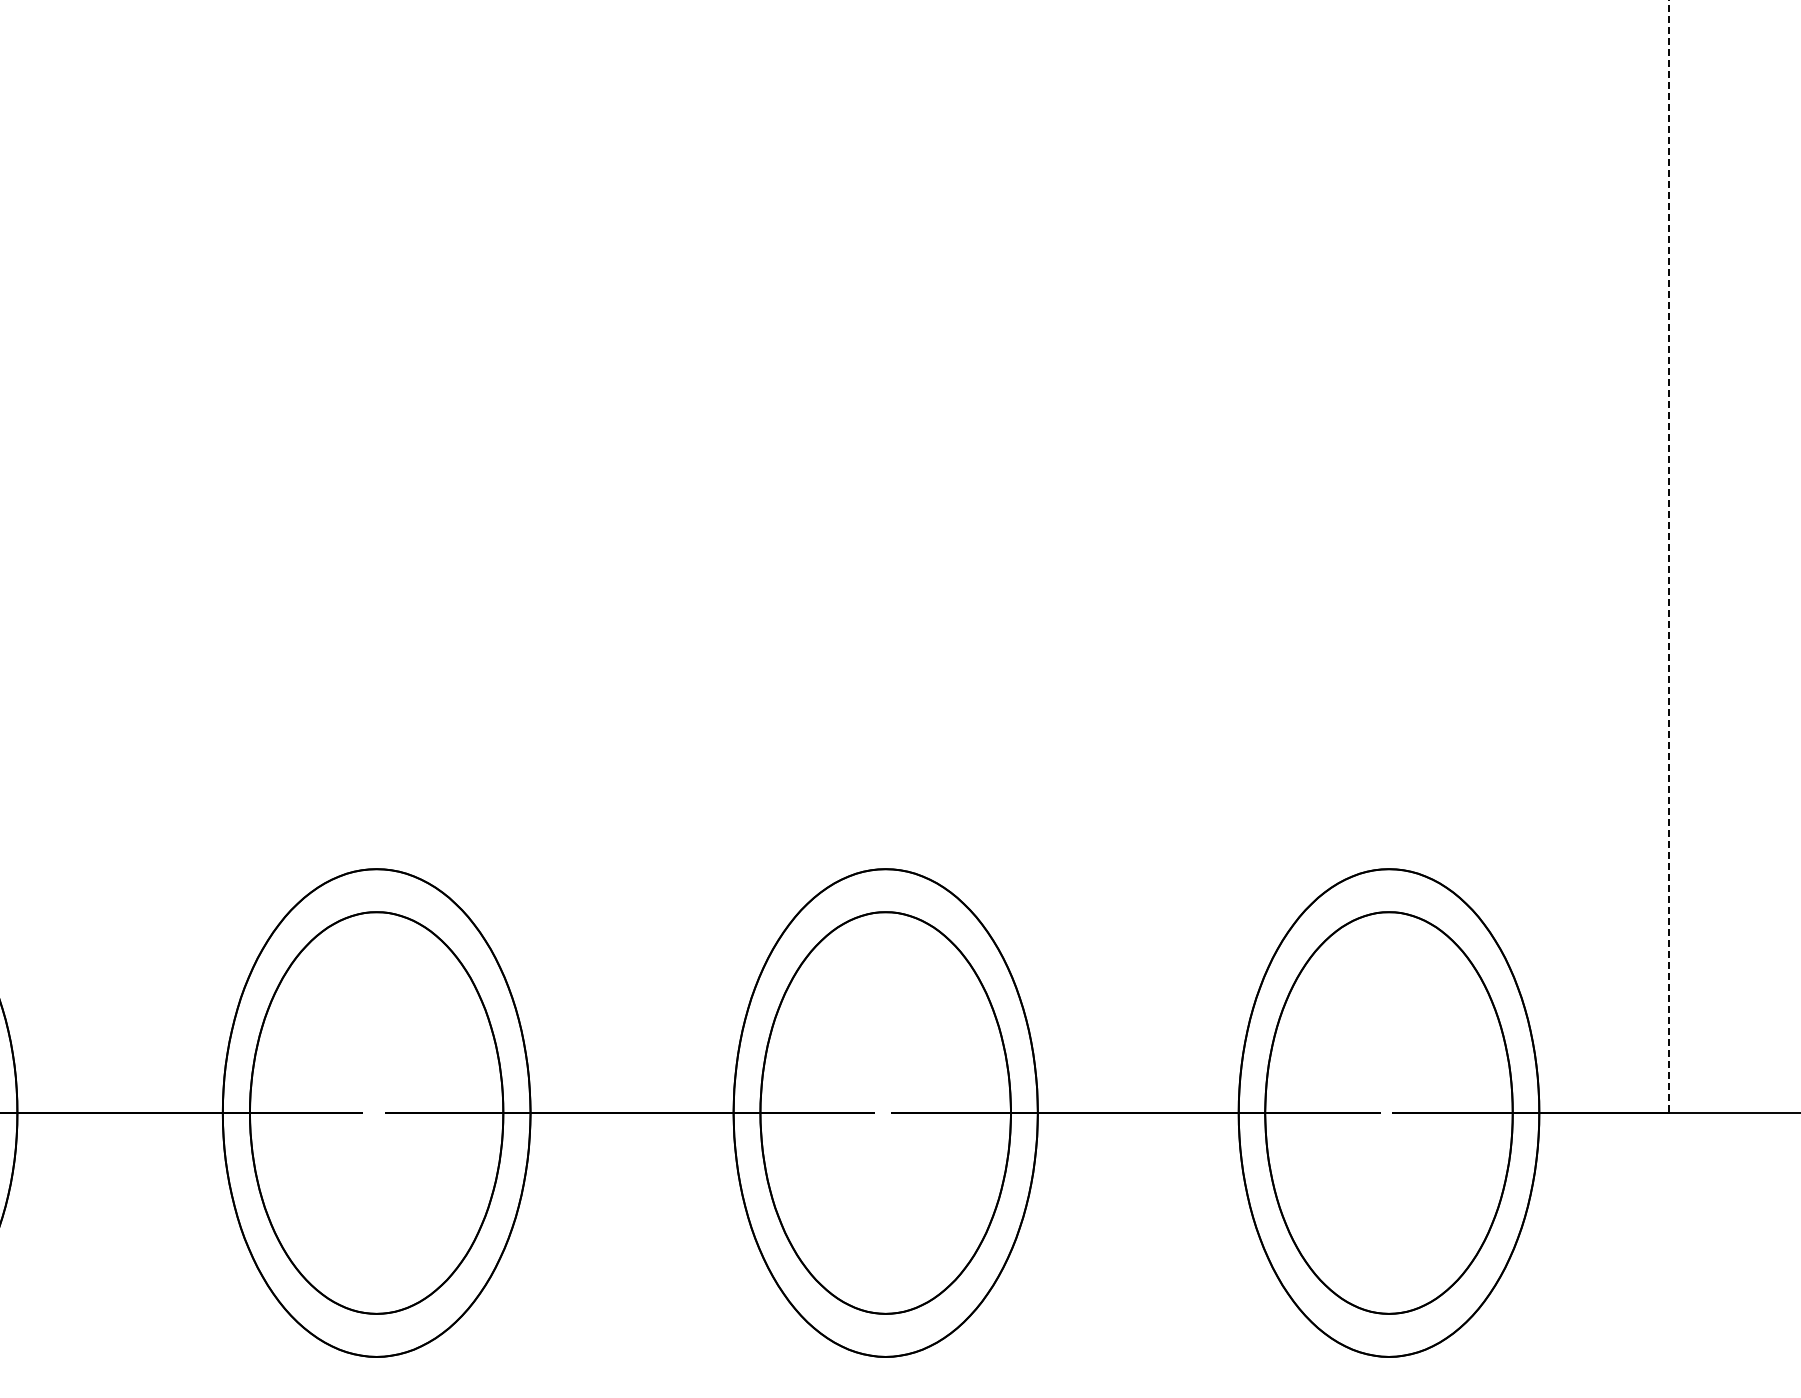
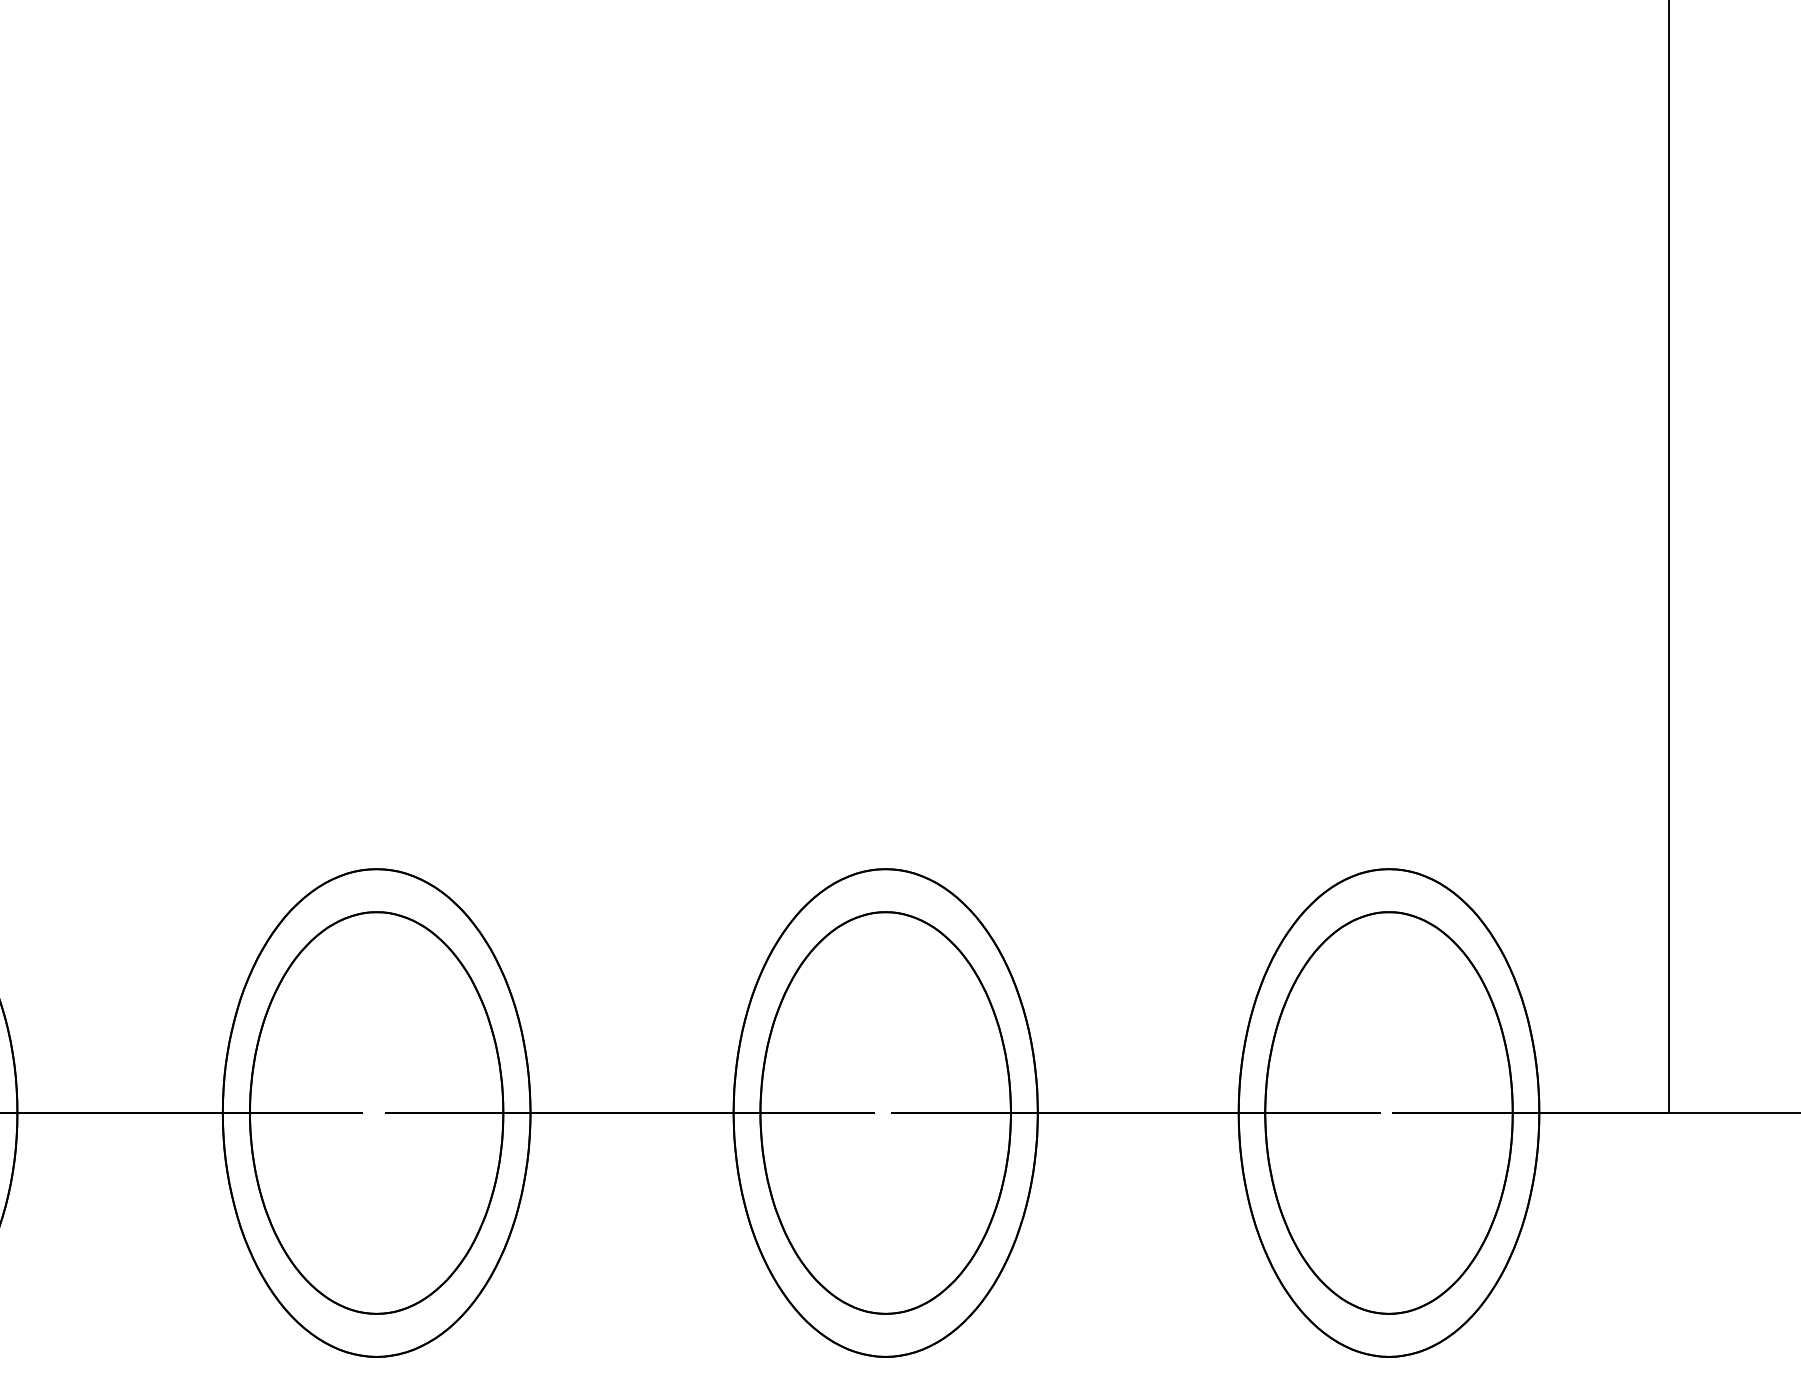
line at (1669, 557): dashed -> solid
